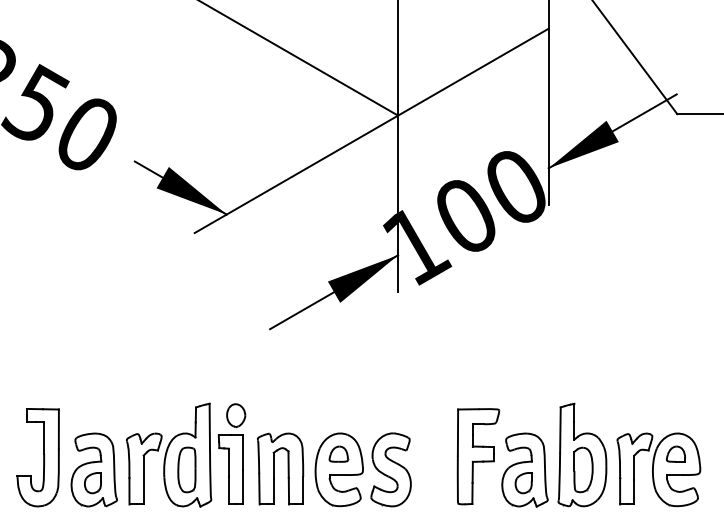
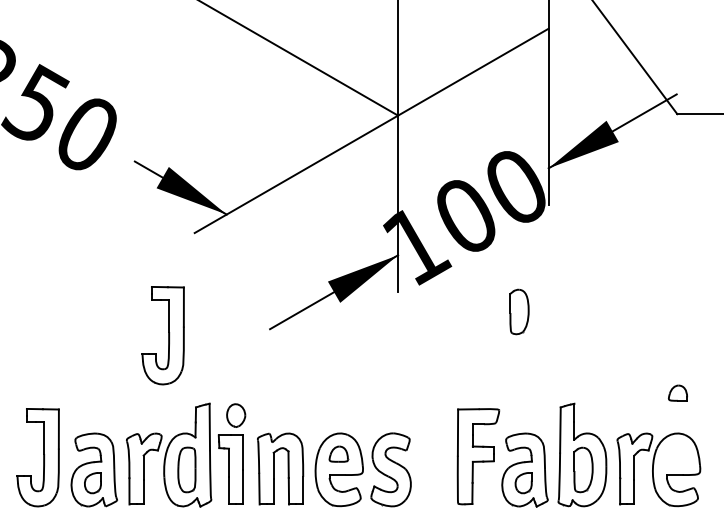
part at (519, 311): none -> present
part at (162, 335): none -> present
part at (675, 453) position: (675, 453) -> (677, 392)
